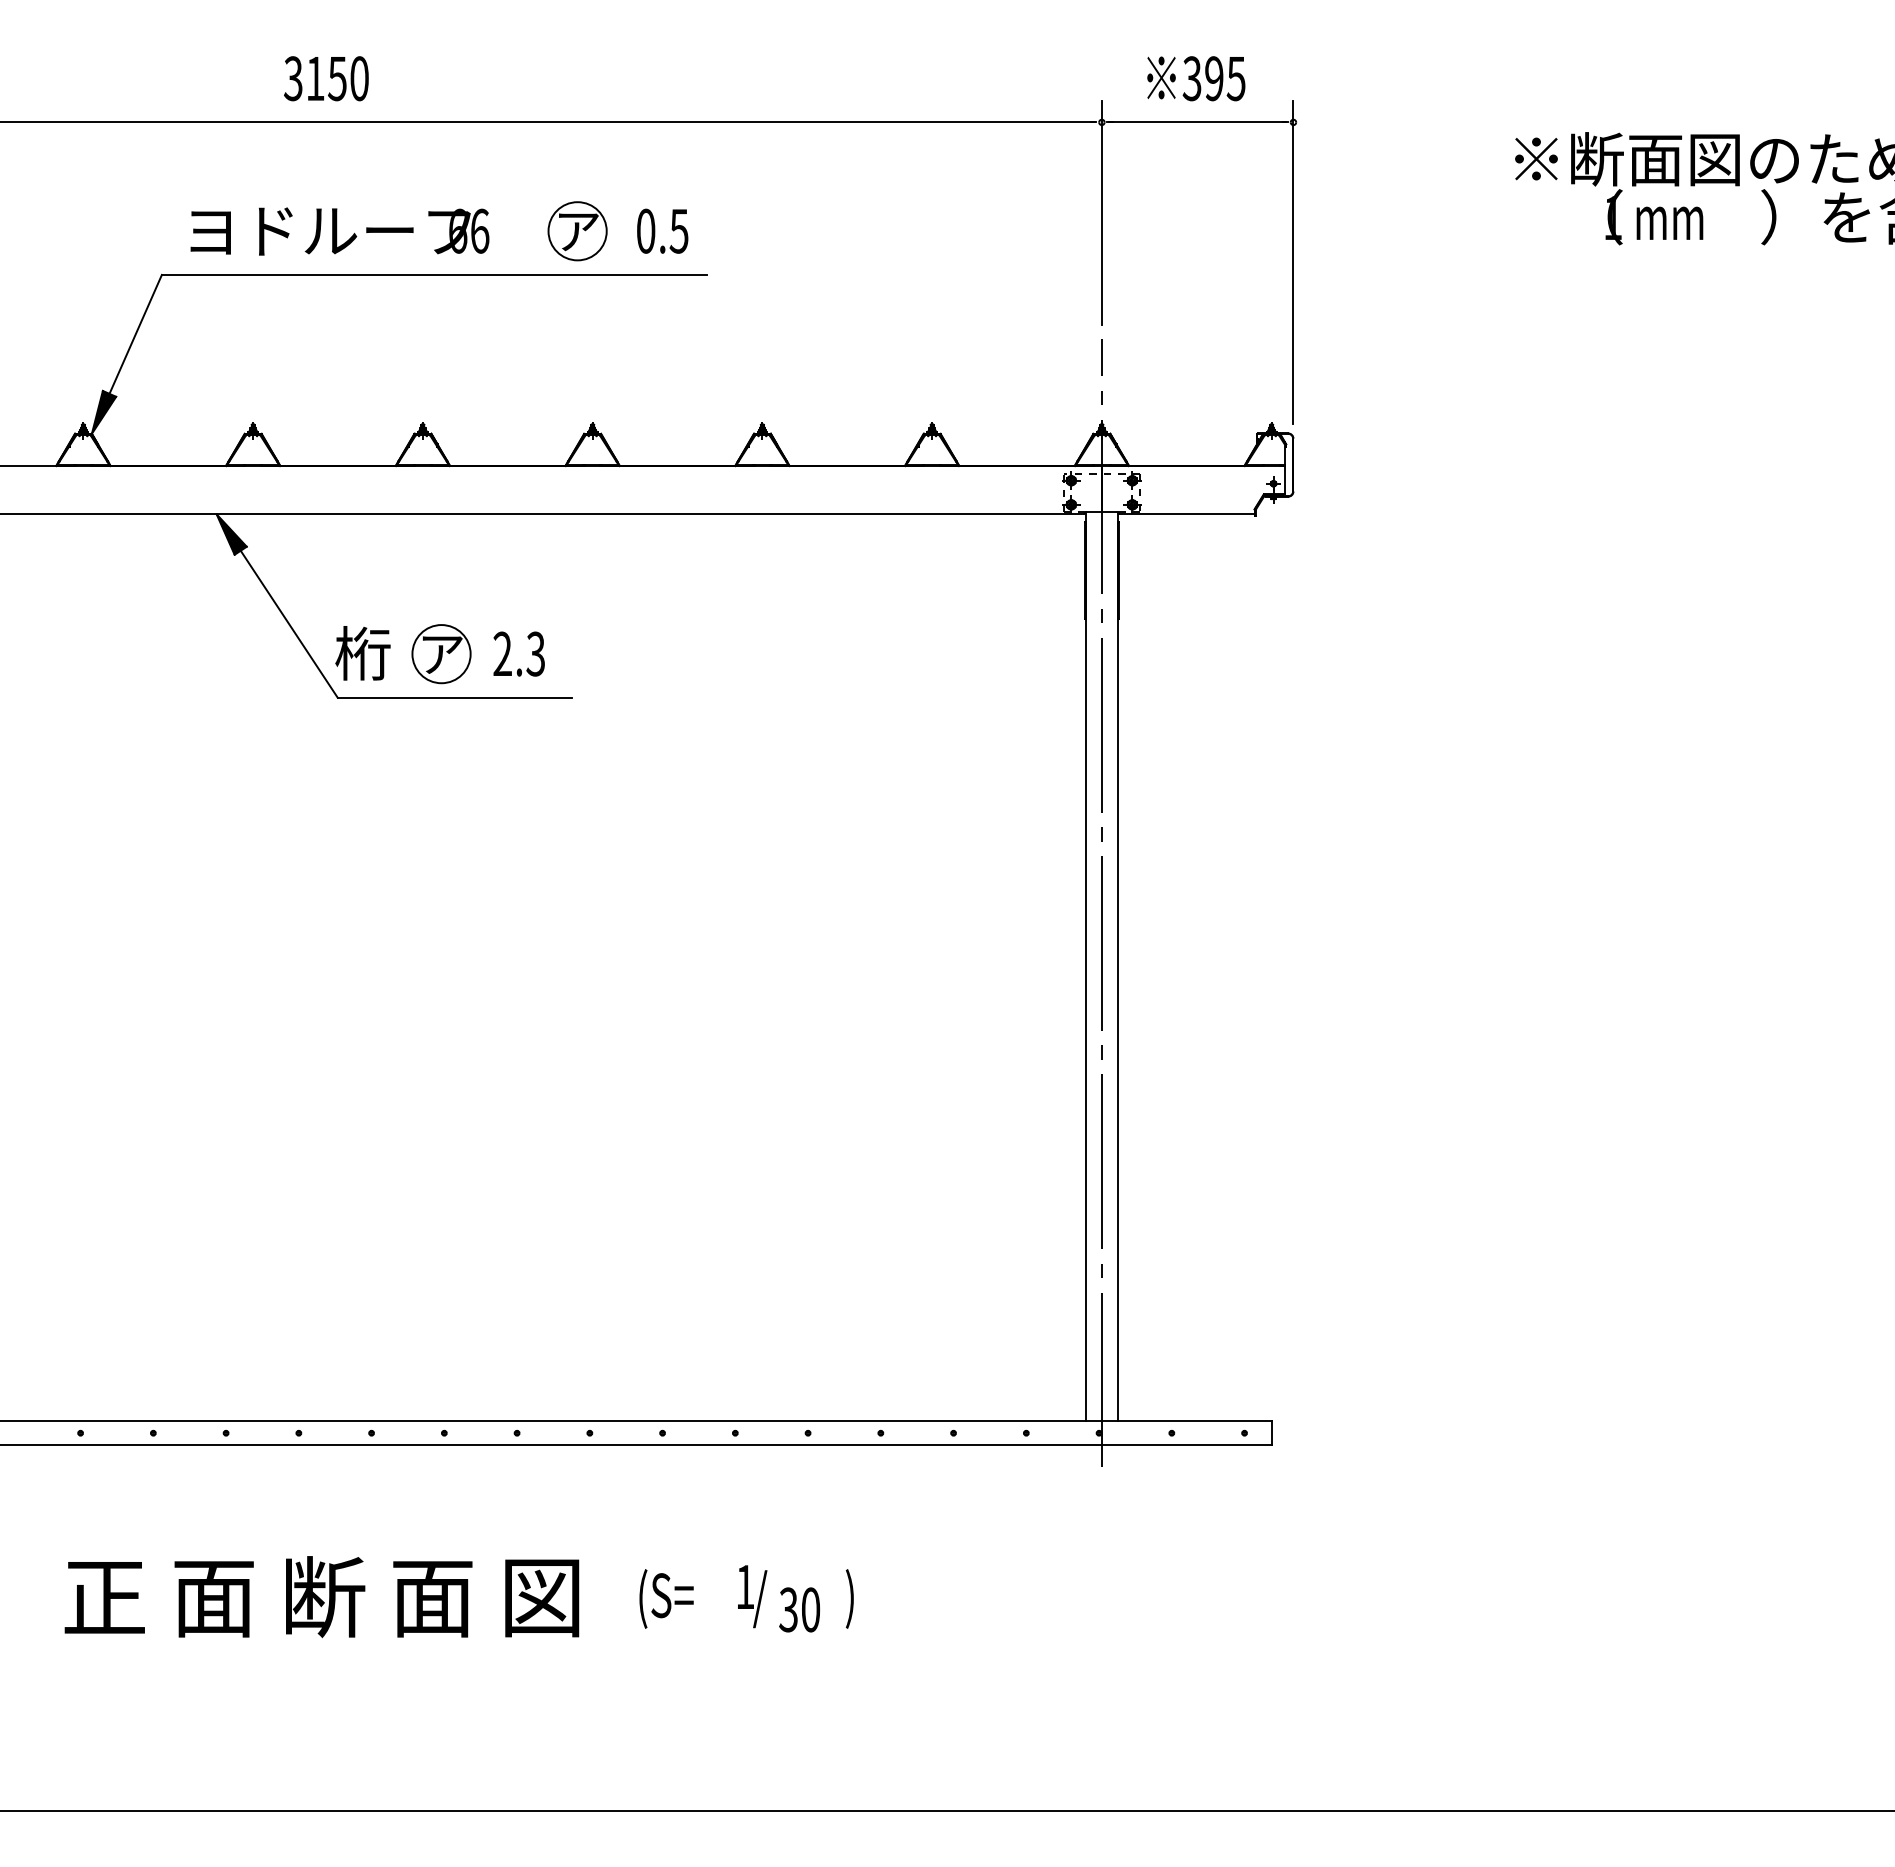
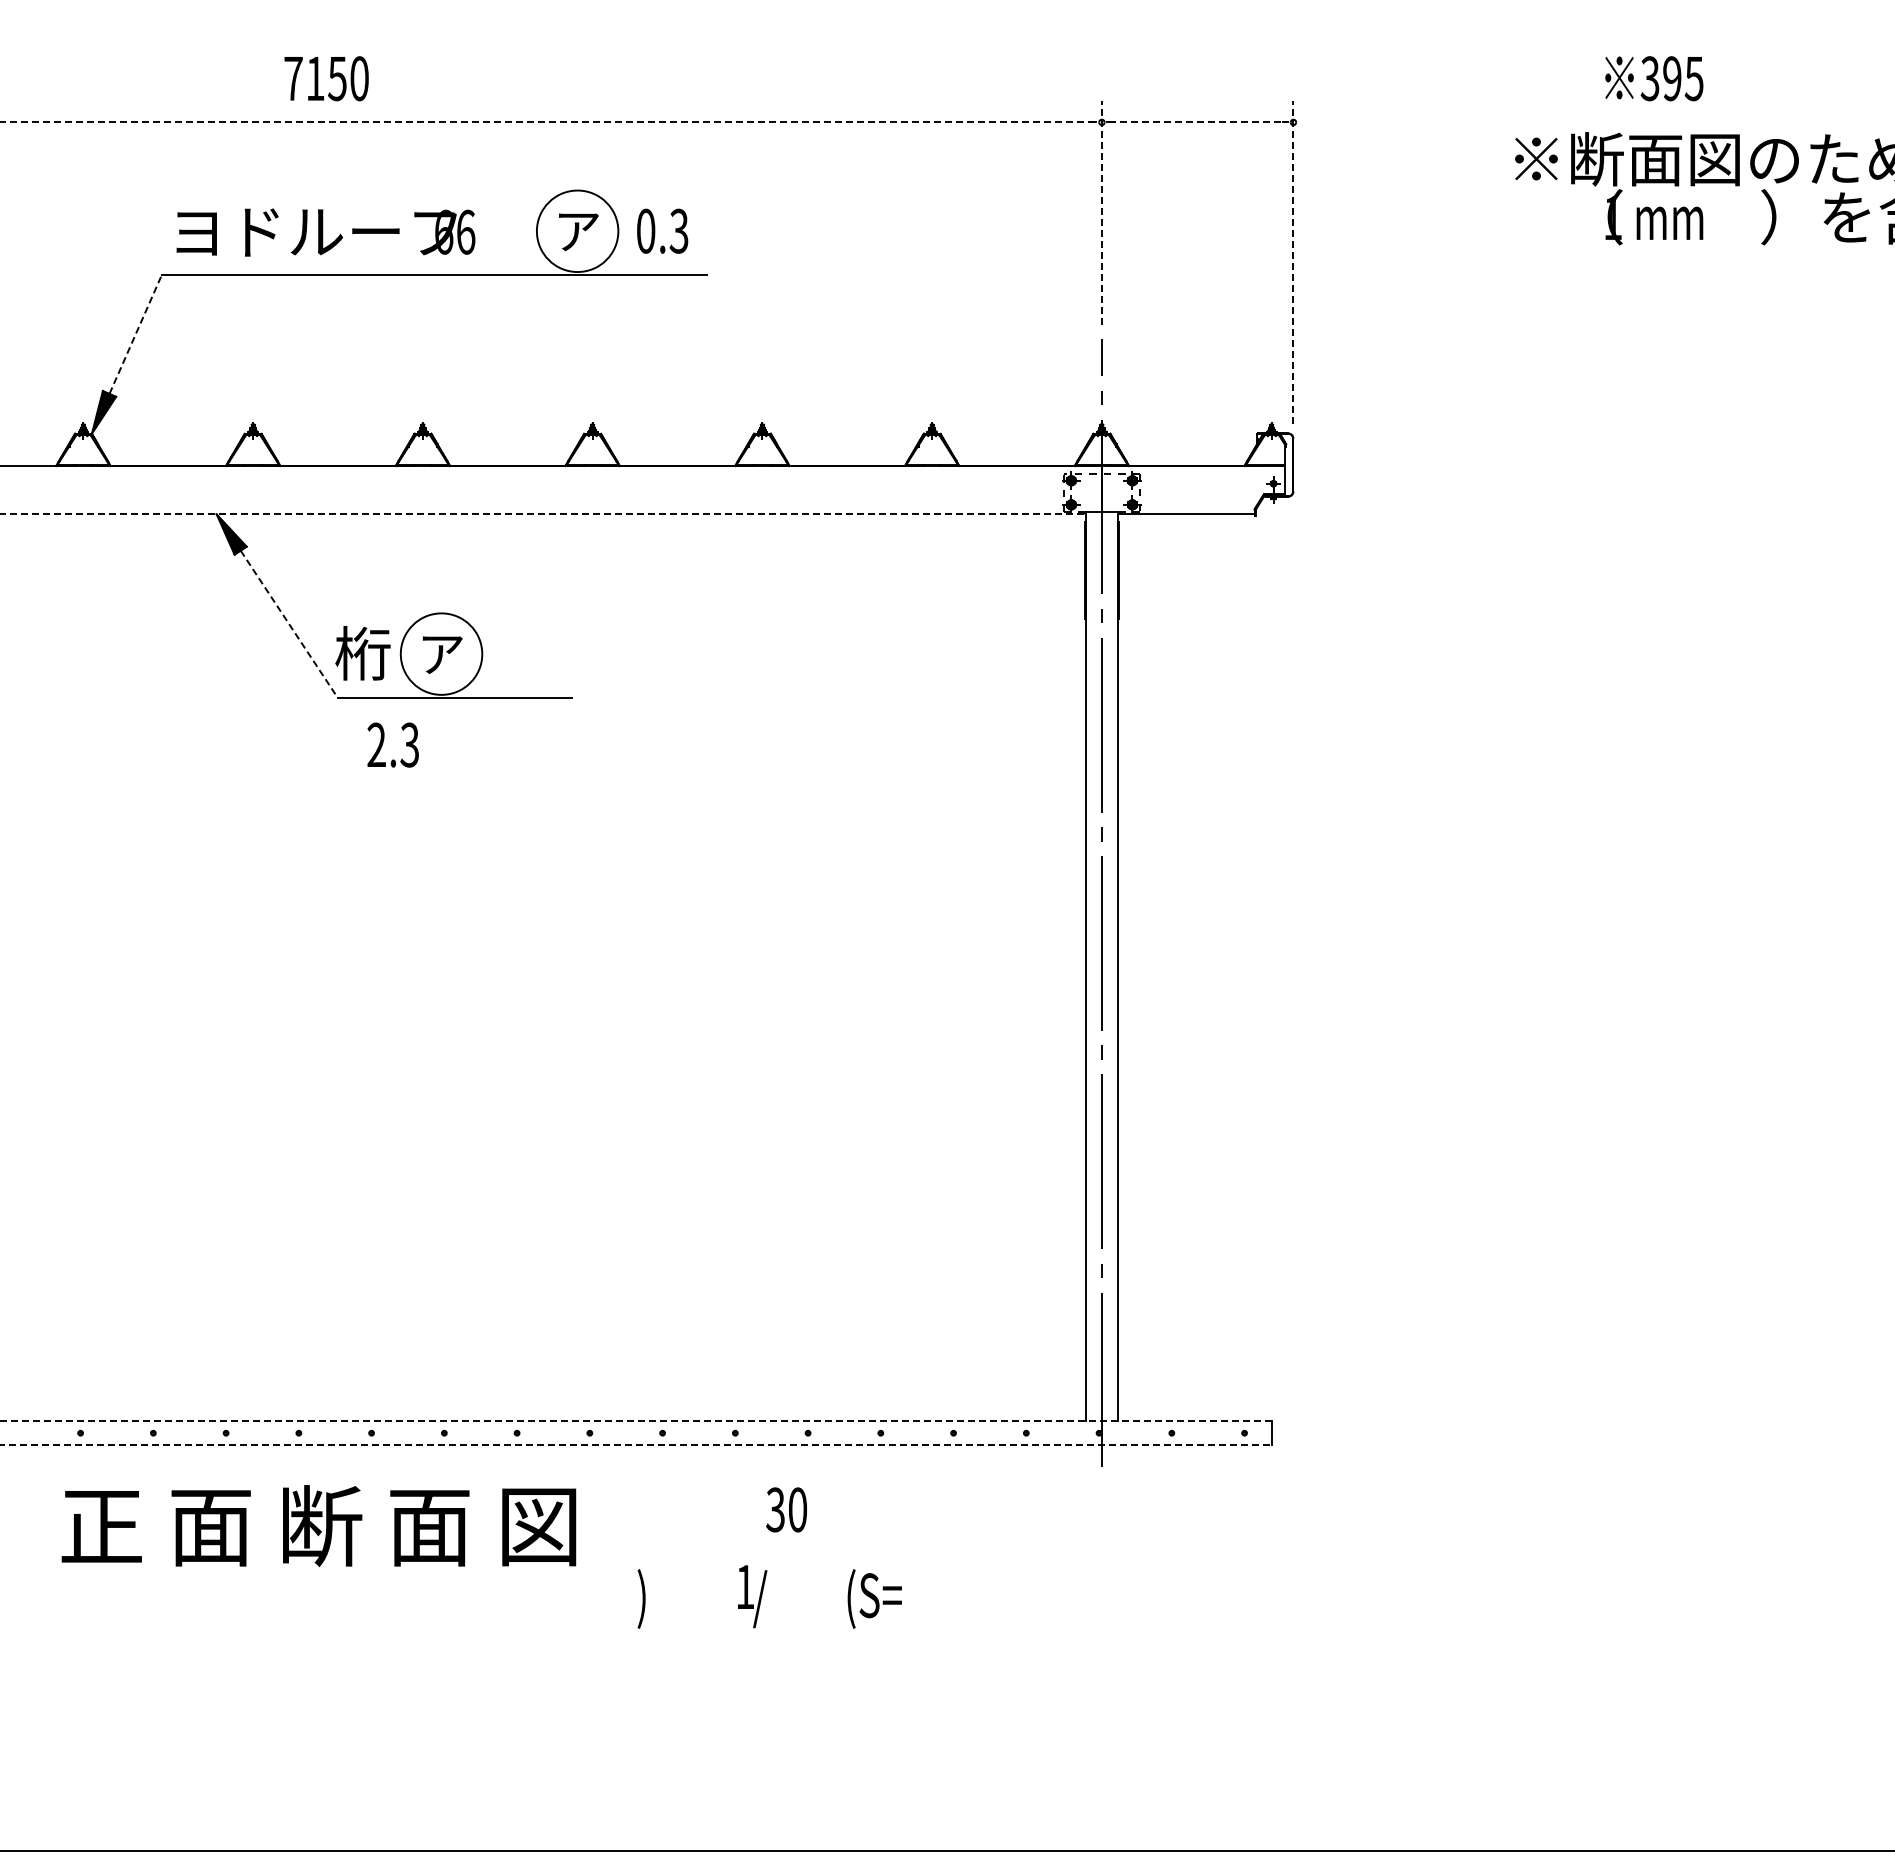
text at (293, 78): 3150 -> 7150
text at (1196, 78) position: (1196, 78) -> (1654, 78)
line at (547, 122): solid -> dashed
line at (1197, 122): solid -> dashed
line at (1101, 212): solid -> dashed
text at (678, 230): 0.5 -> 0.3
text at (339, 231) position: (339, 231) -> (325, 232)
circle at (577, 231) diameter: 58 px -> 81 px
line at (1293, 262): solid -> dashed
line at (135, 334): solid -> dashed
line at (542, 514): solid -> dashed
line at (289, 624): solid -> dashed
text at (518, 653) position: (518, 653) -> (392, 744)
circle at (441, 654) diameter: 58 px -> 81 px
line at (635, 1421): solid -> dashed
line at (635, 1445): solid -> dashed
text at (321, 1597) position: (321, 1597) -> (318, 1526)
text at (665, 1598): (S= -> )
text at (873, 1598): ) -> (S=
text at (799, 1609) position: (799, 1609) -> (786, 1509)
line at (946, 1810) position: (946, 1810) -> (946, 1850)
